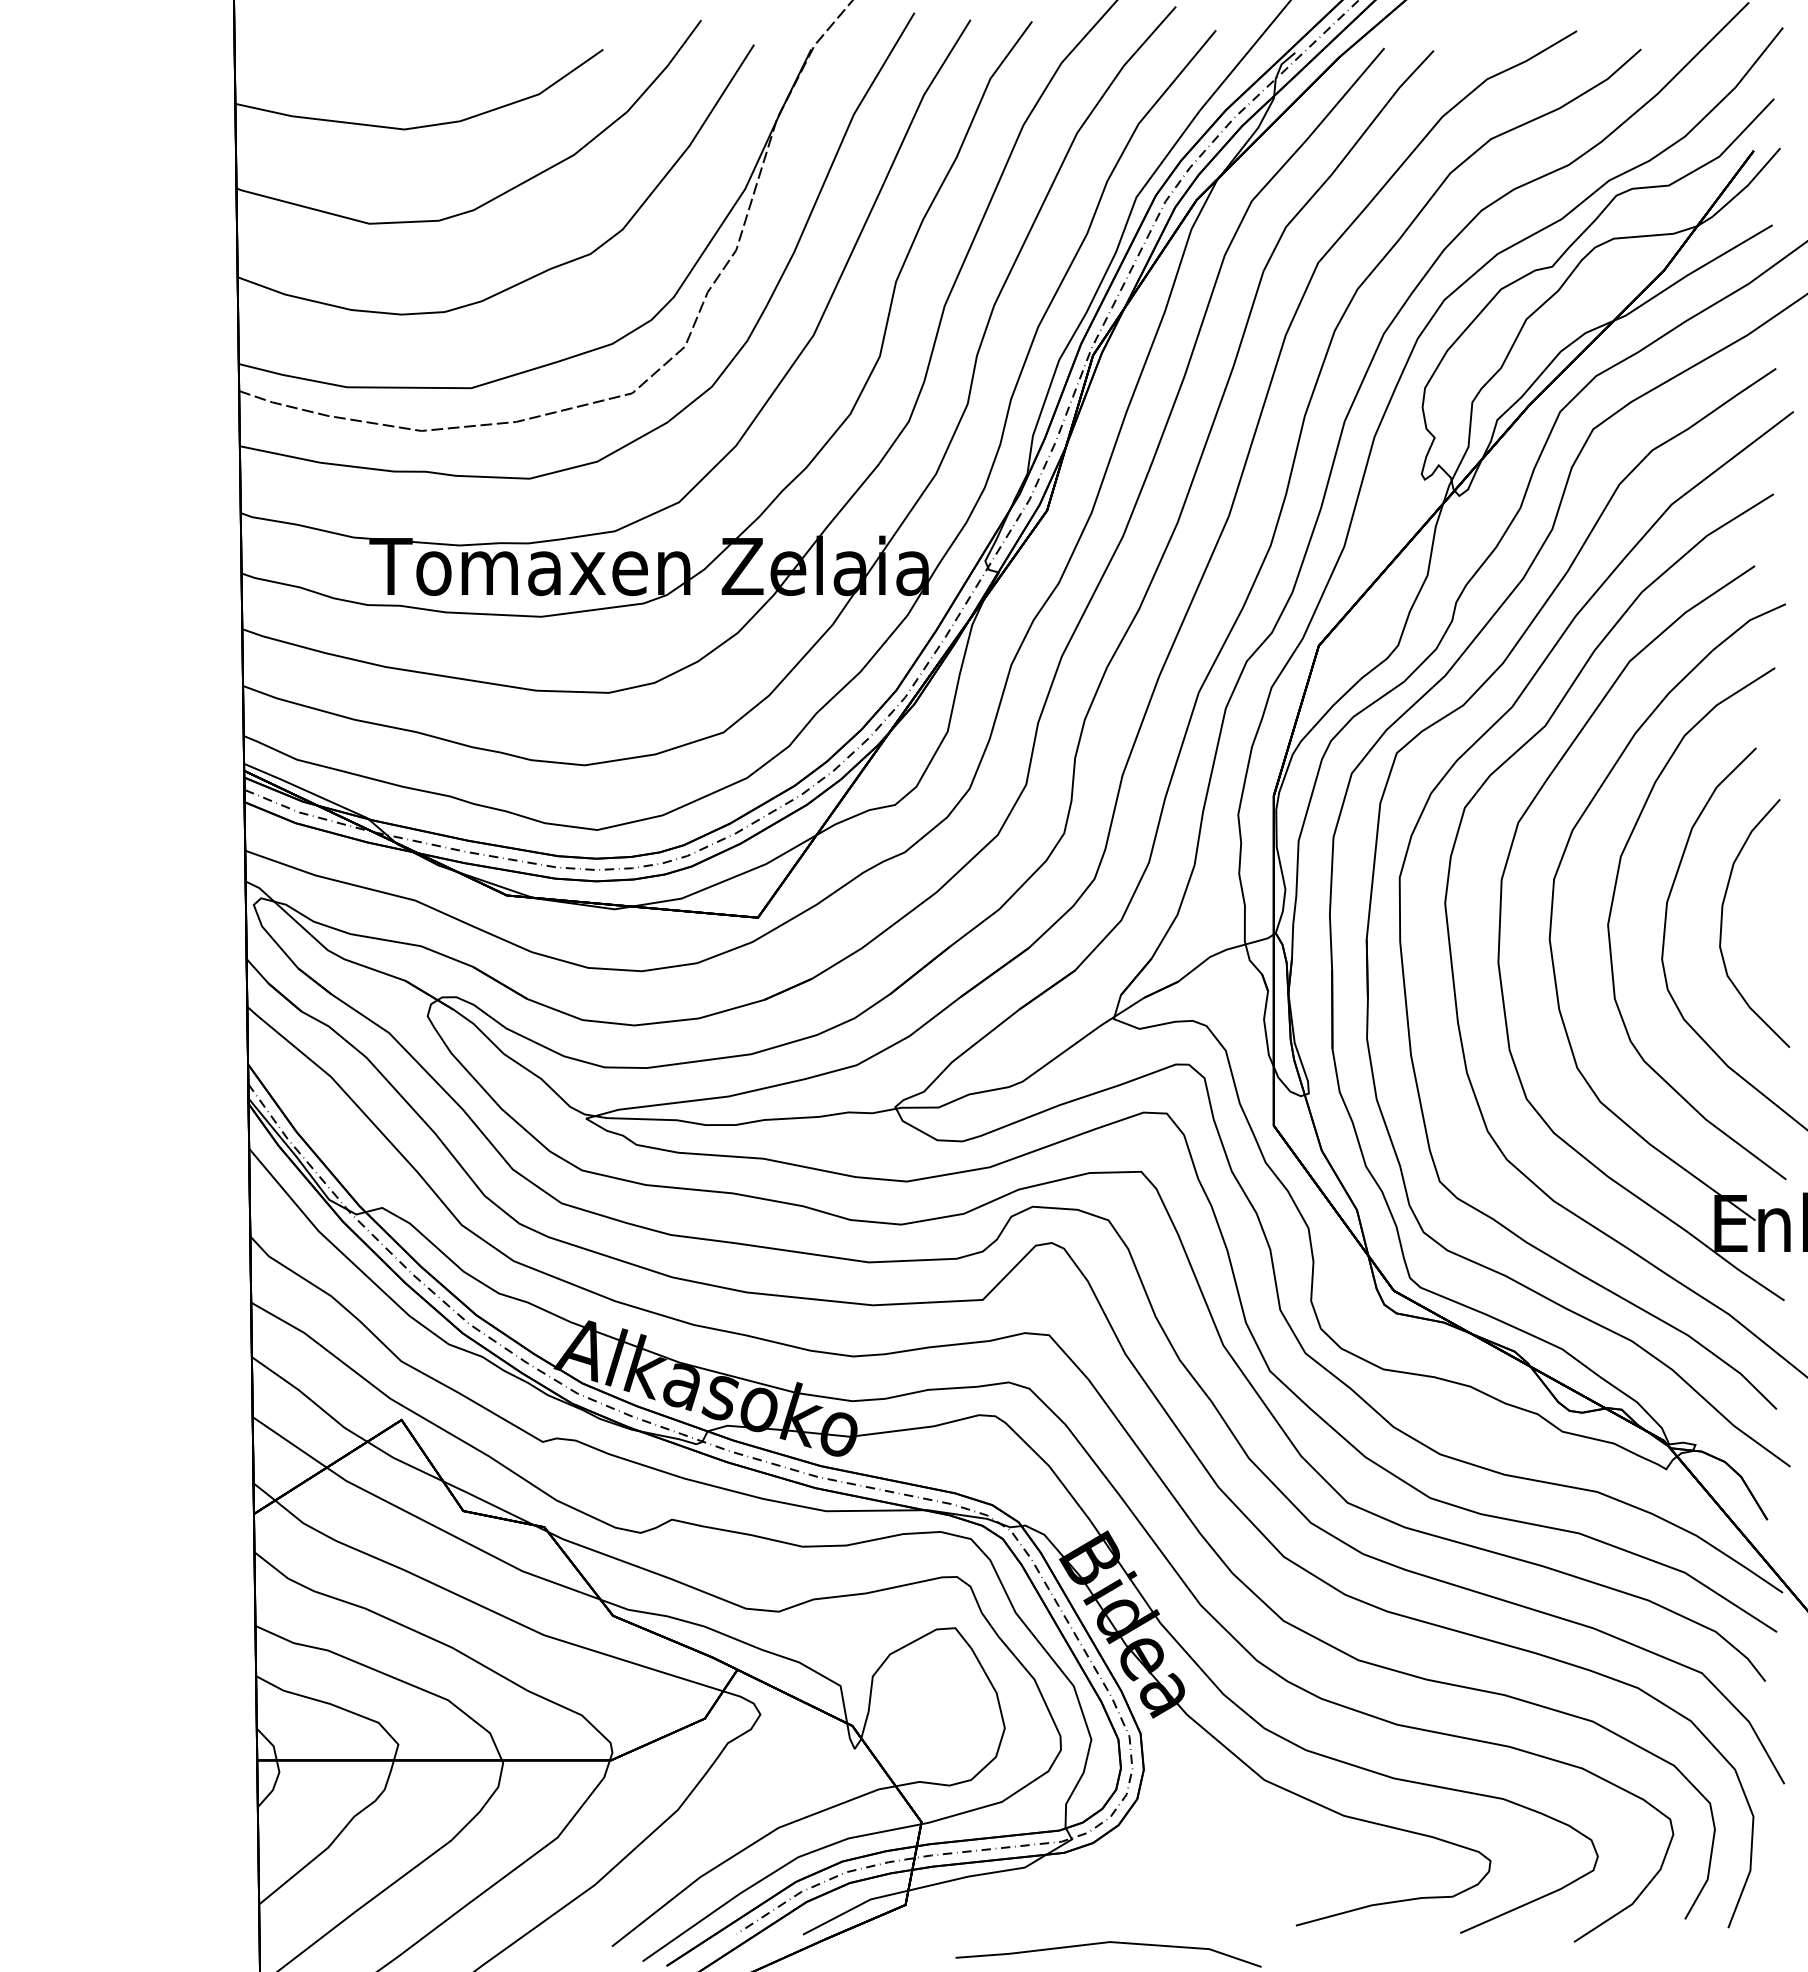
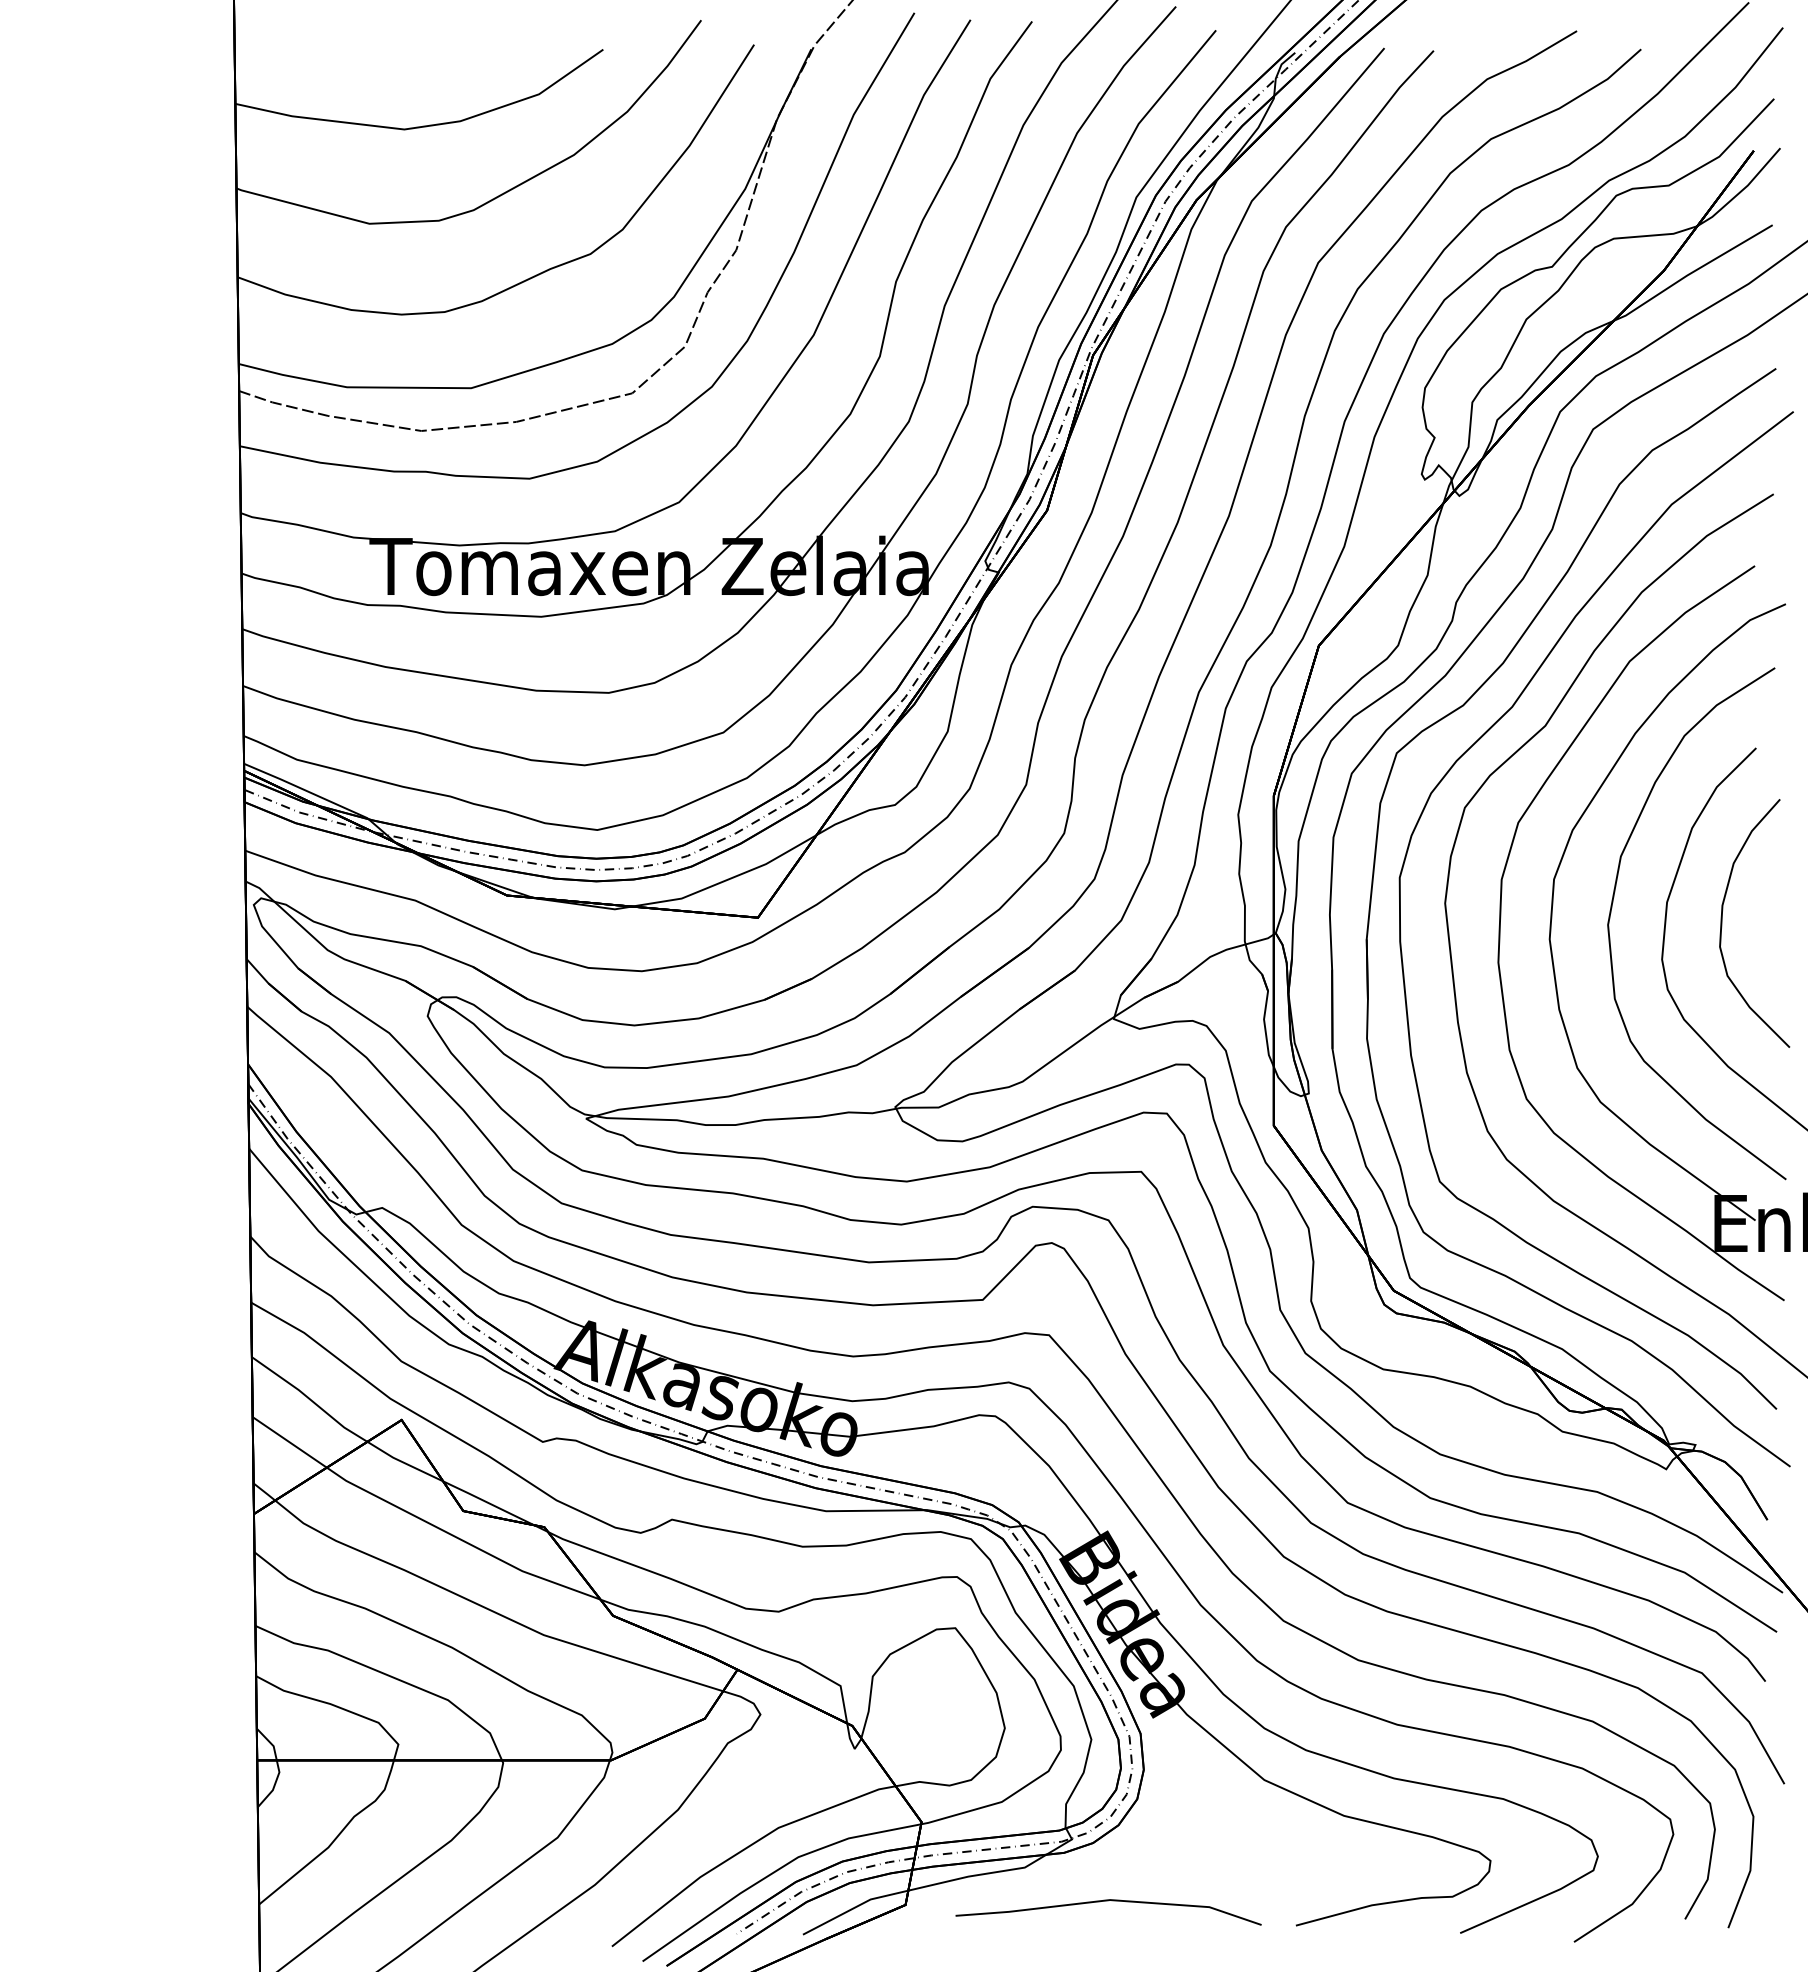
line at (1108, 1943) position: (1108, 1943) -> (1108, 1901)
